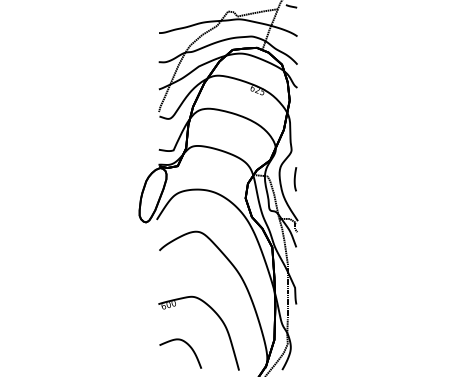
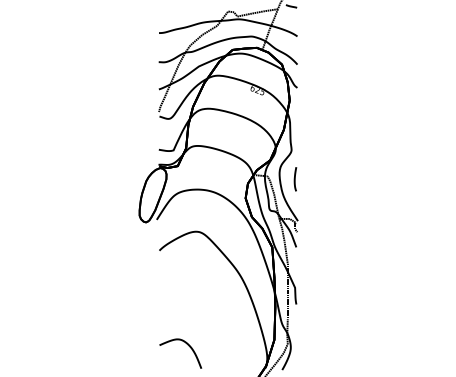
part at (217, 316): present -> none
